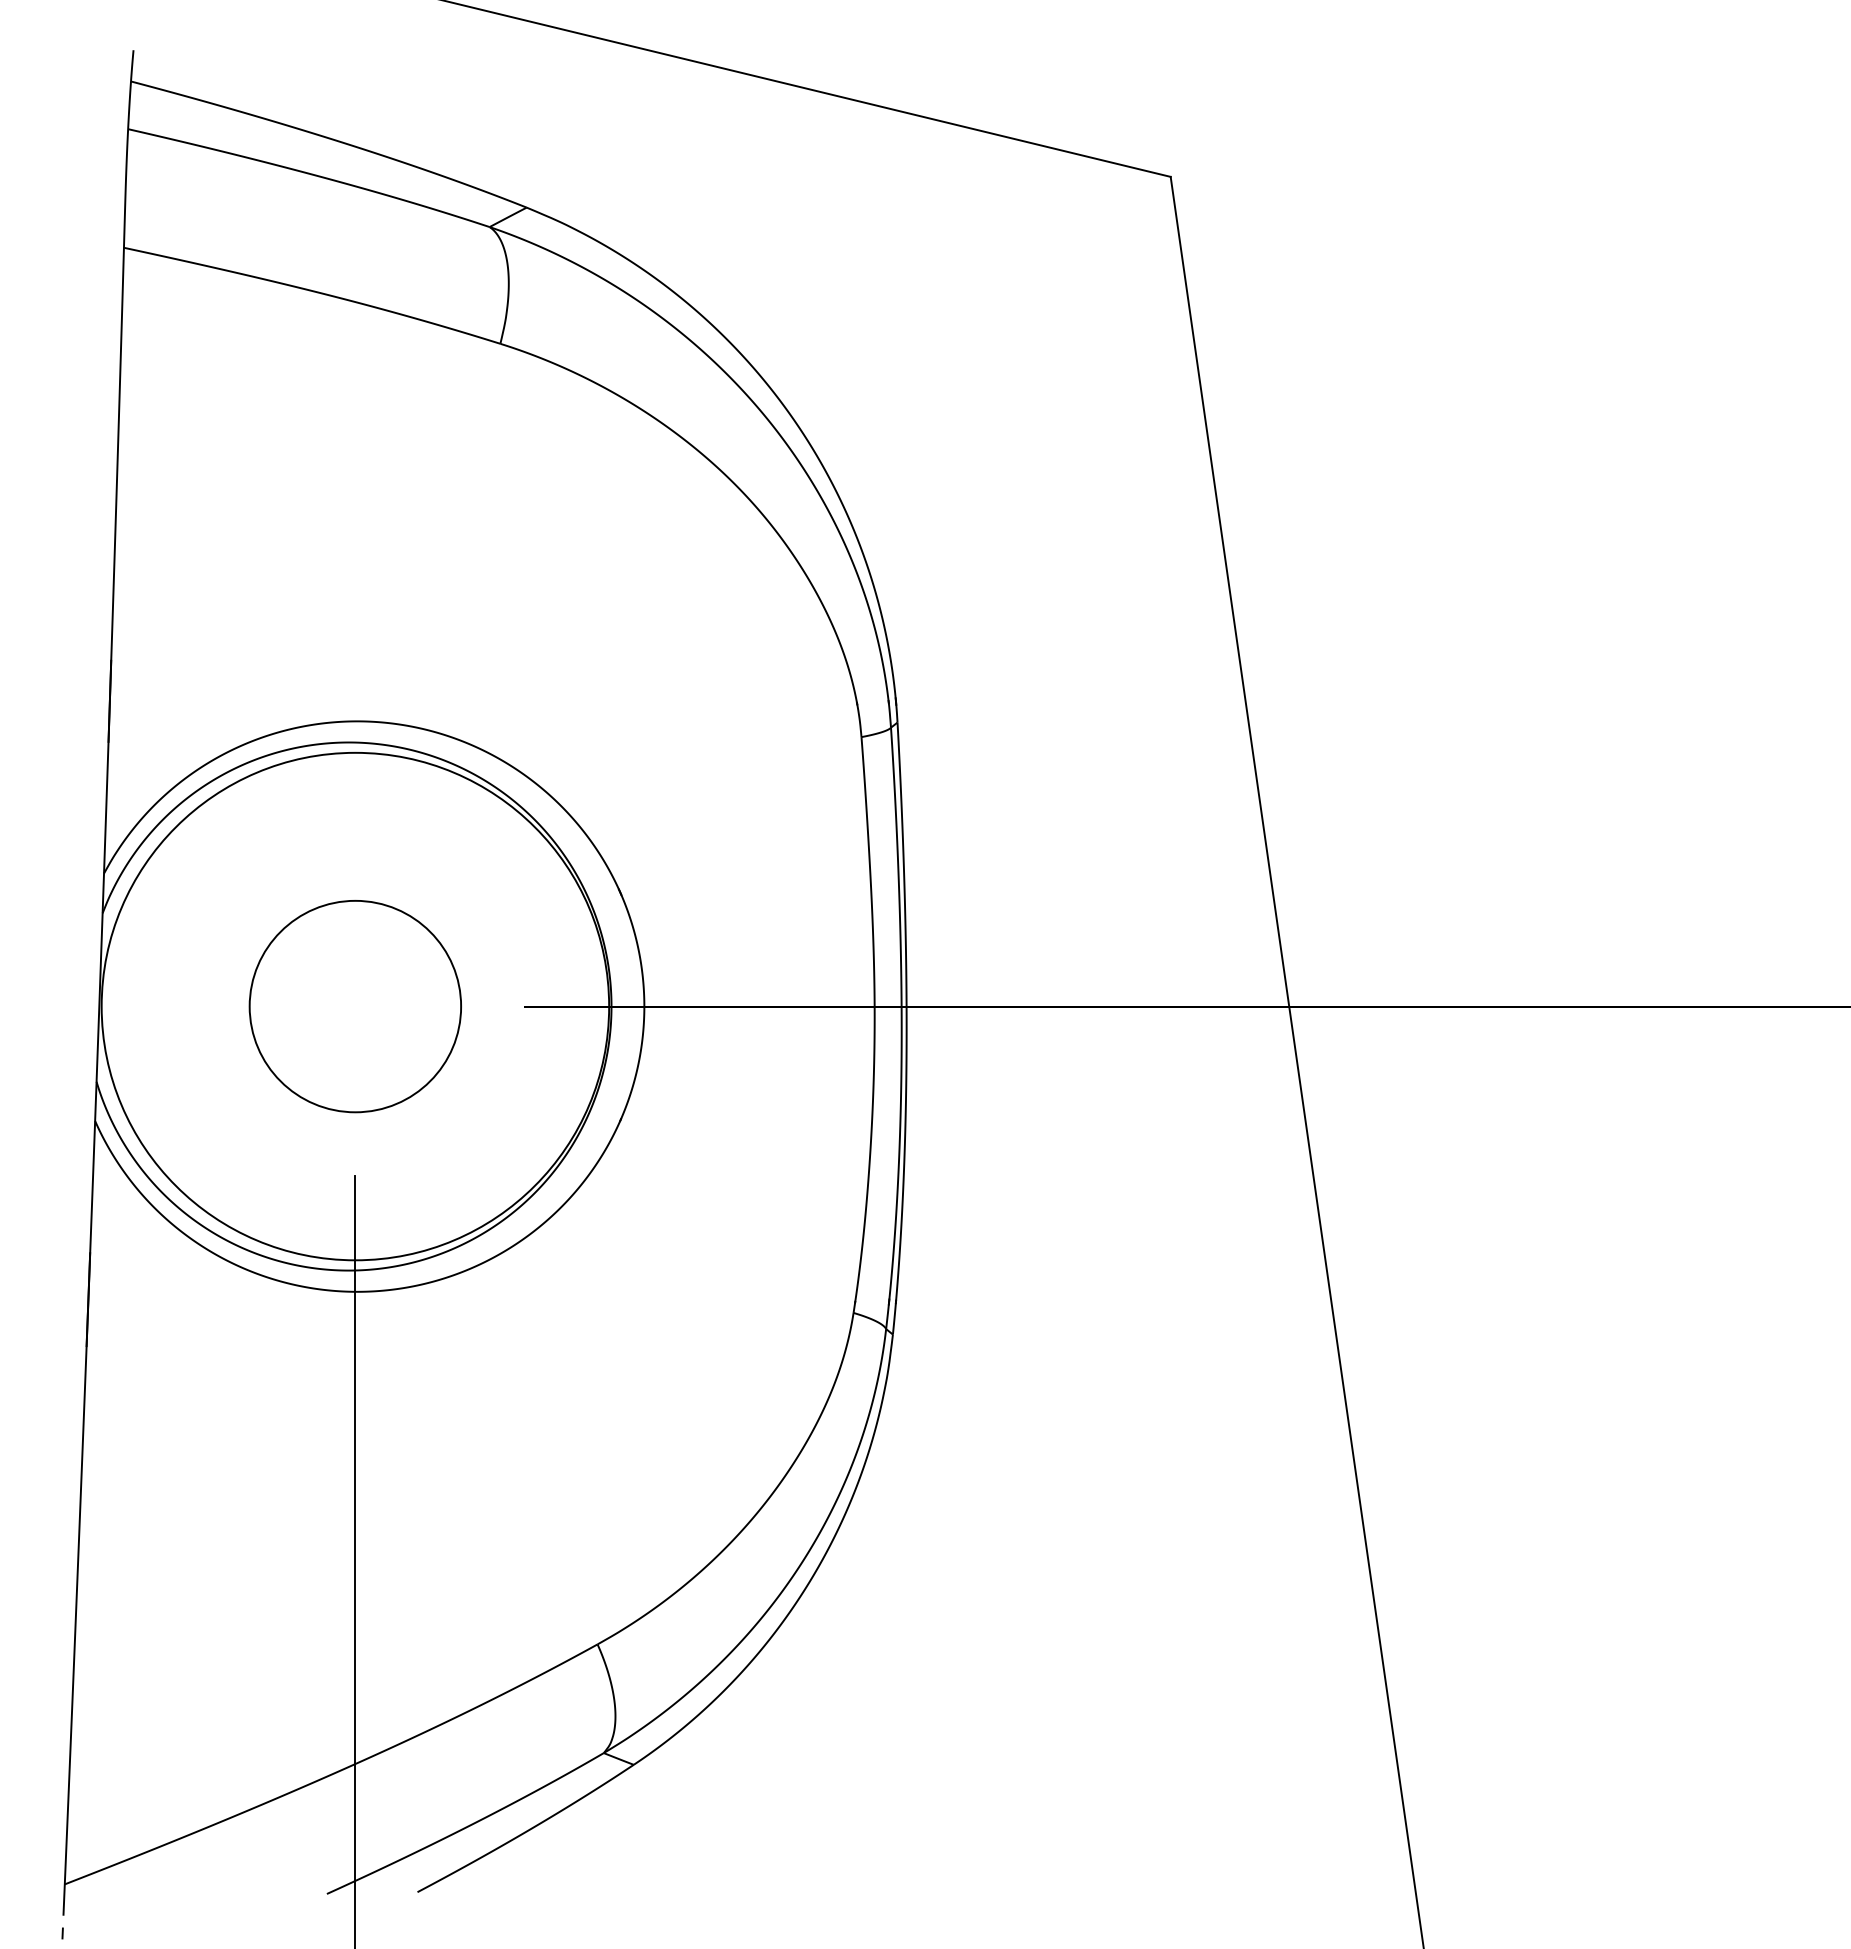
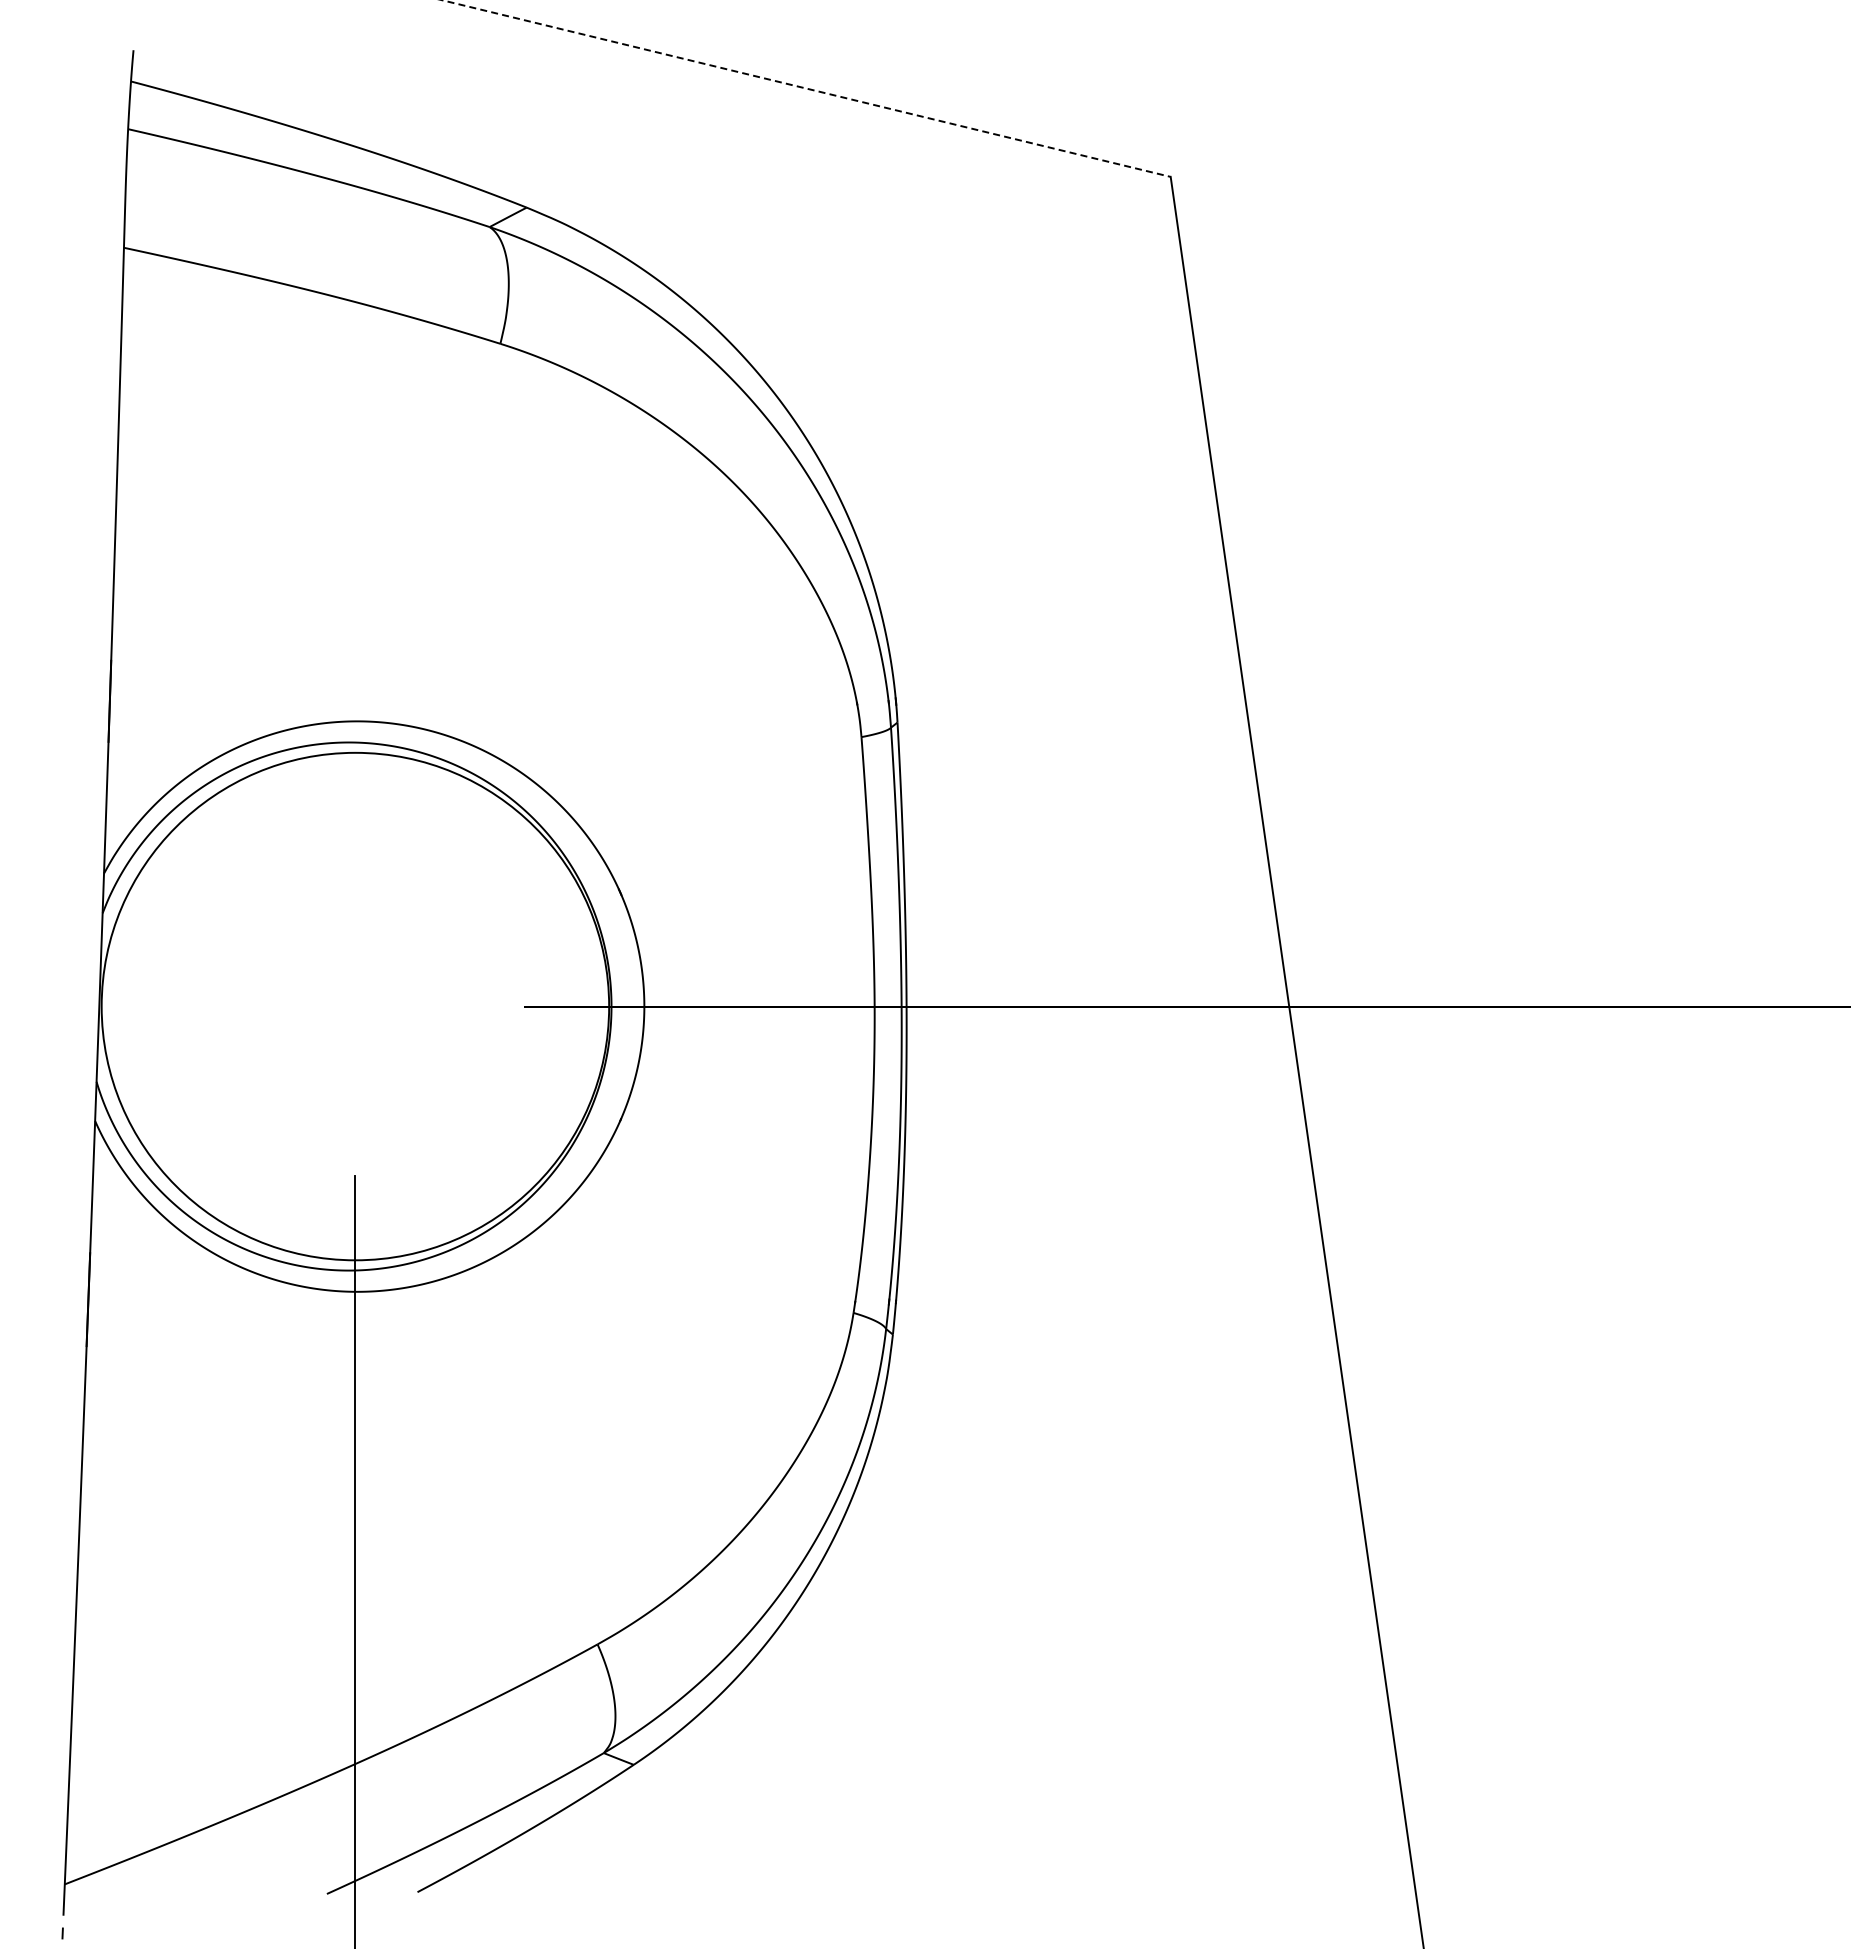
line at (806, 88): solid -> dashed
circle at (354, 1006): present -> none
